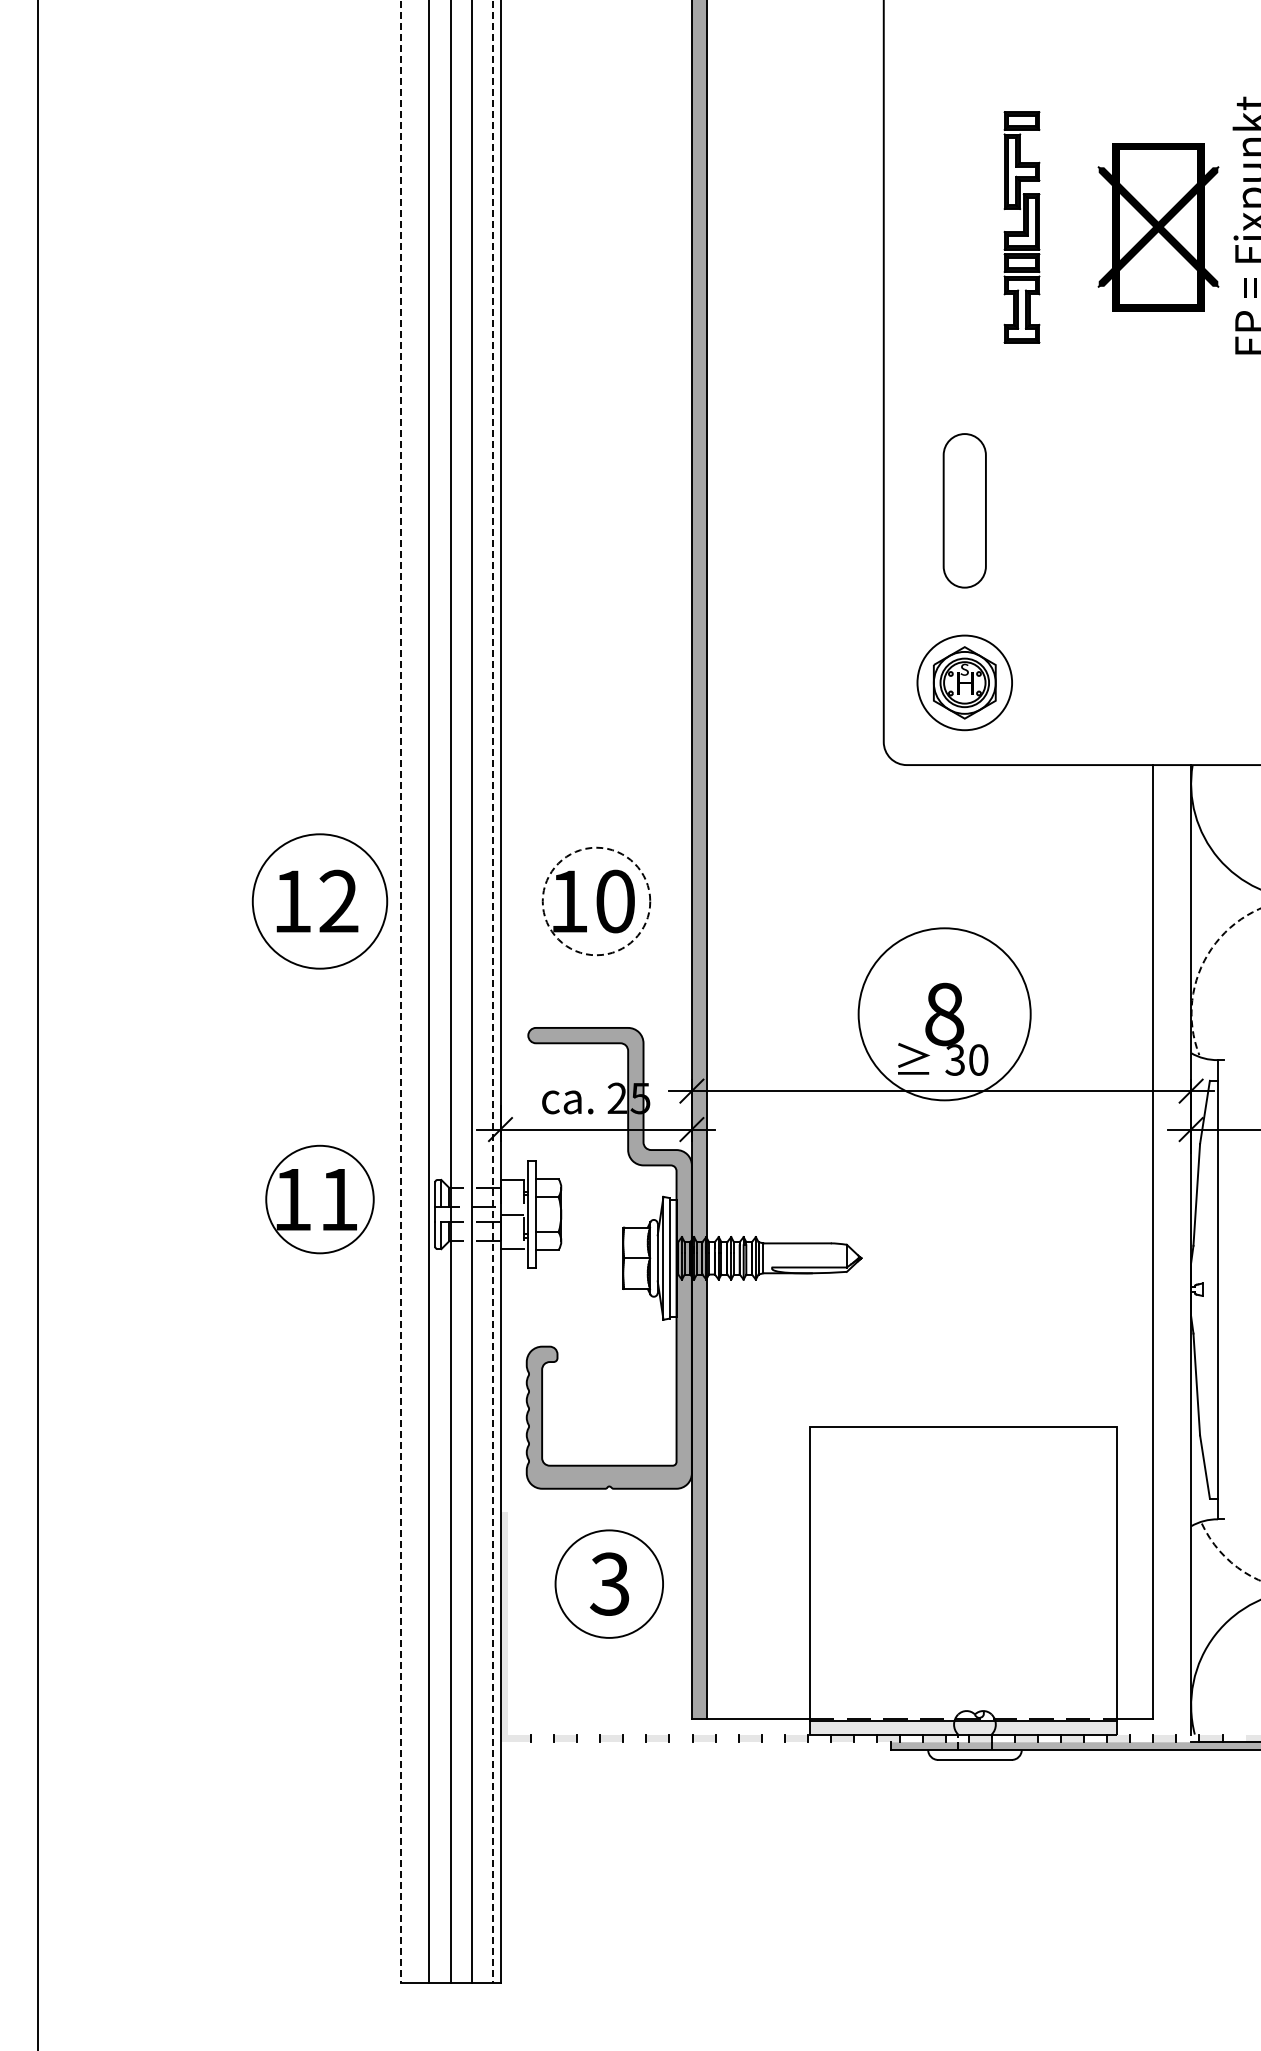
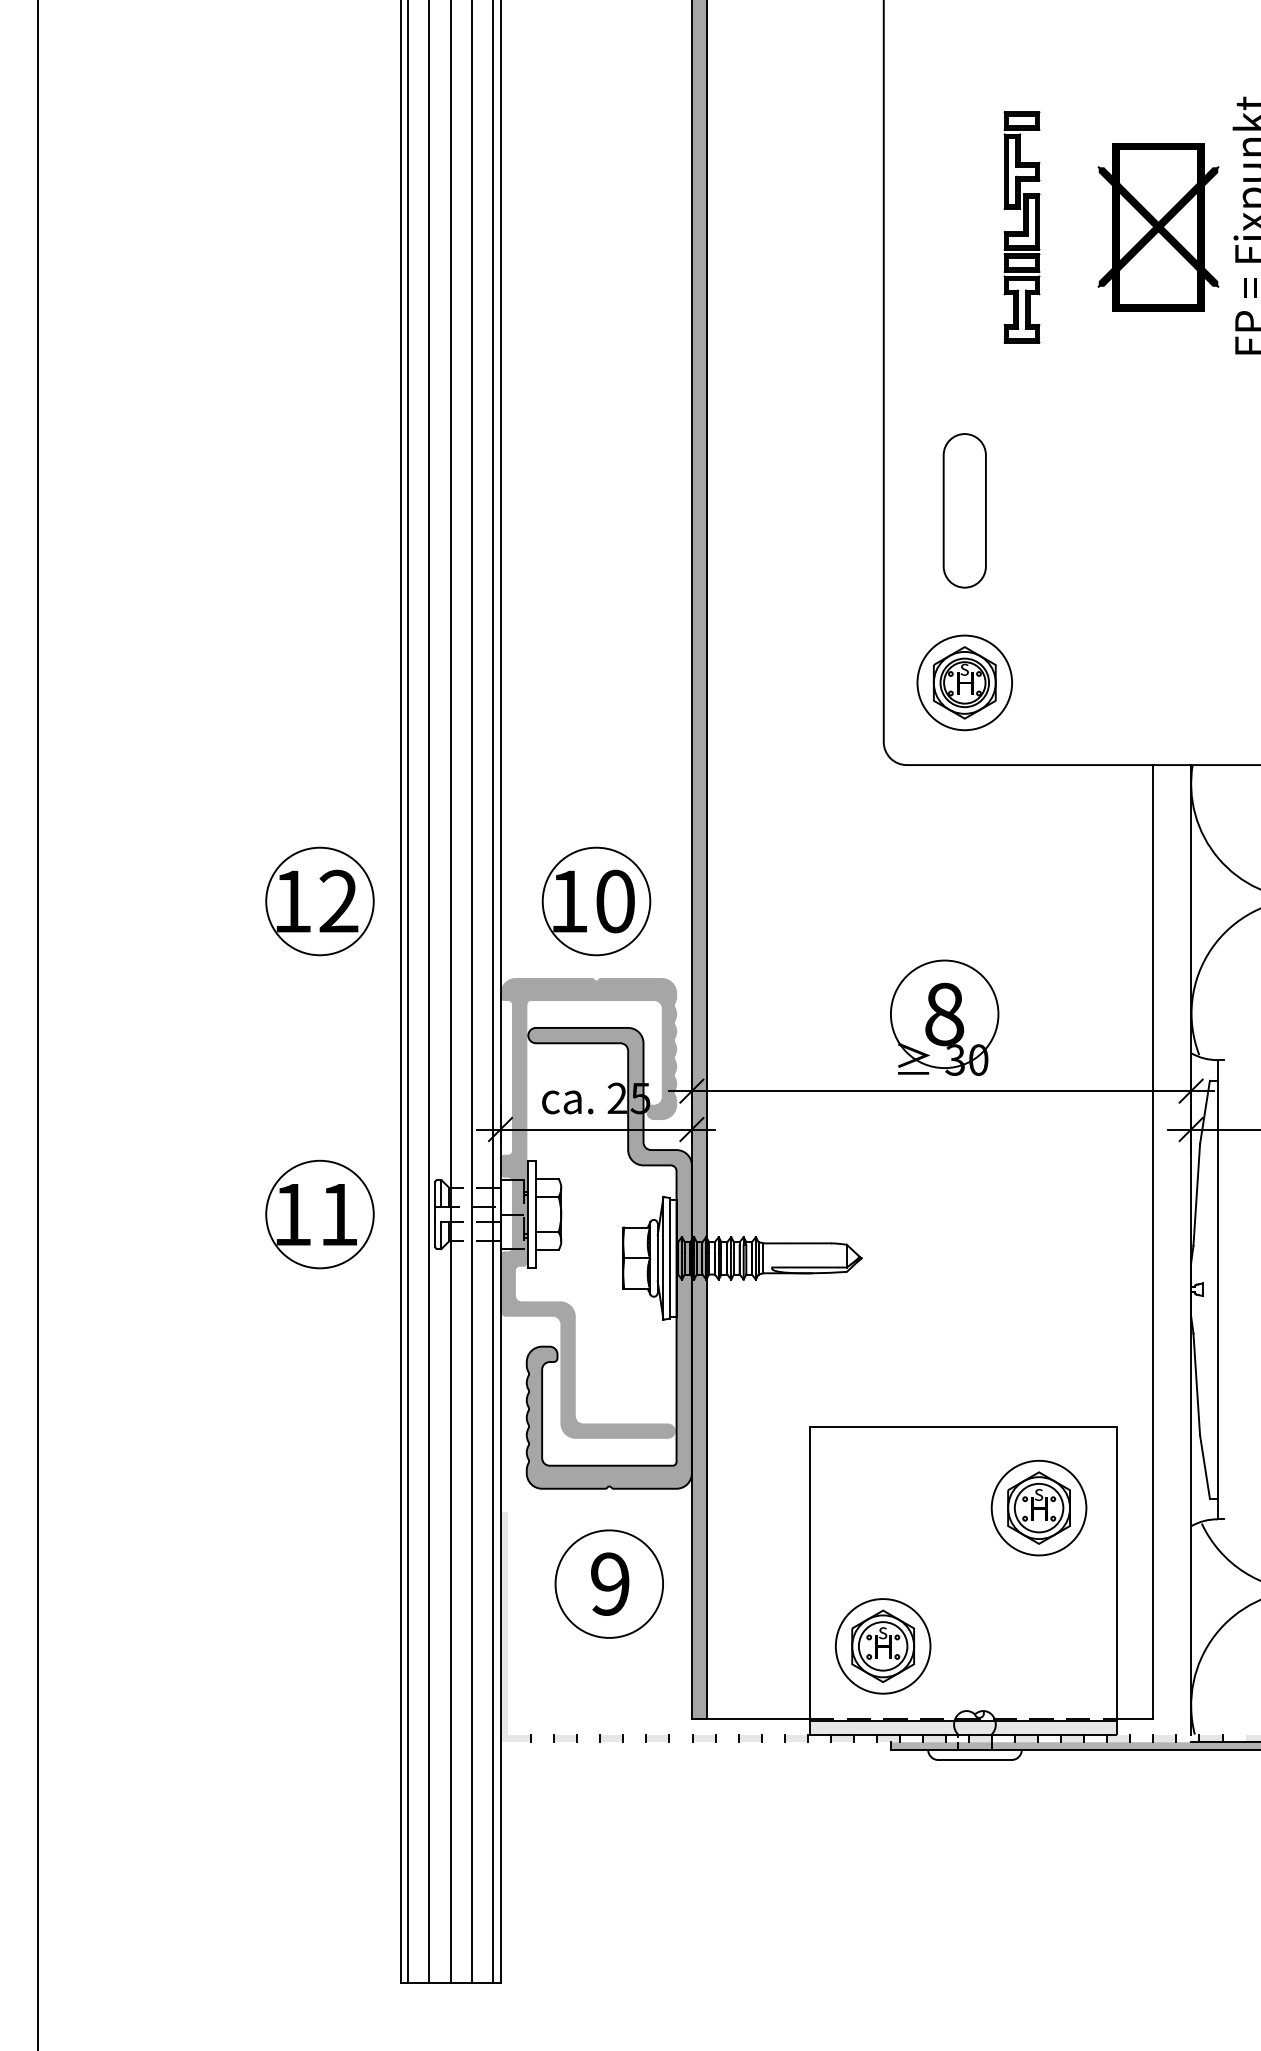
circle at (319, 901) diameter: 134 px -> 108 px
circle at (596, 901): dashed -> solid
arc at (1200, 969): dashed -> solid
line at (400, 991): dashed -> solid
line at (492, 991): dashed -> solid
line at (408, 992): none -> present
circle at (944, 1014) diameter: 172 px -> 108 px
part at (319, 1199) position: (319, 1199) -> (319, 1214)
fill at (588, 1208): none -> present
part at (1038, 1507): none -> present
arc at (1225, 1557): dashed -> solid
text at (609, 1583): 3 -> 9
part at (883, 1646): none -> present
